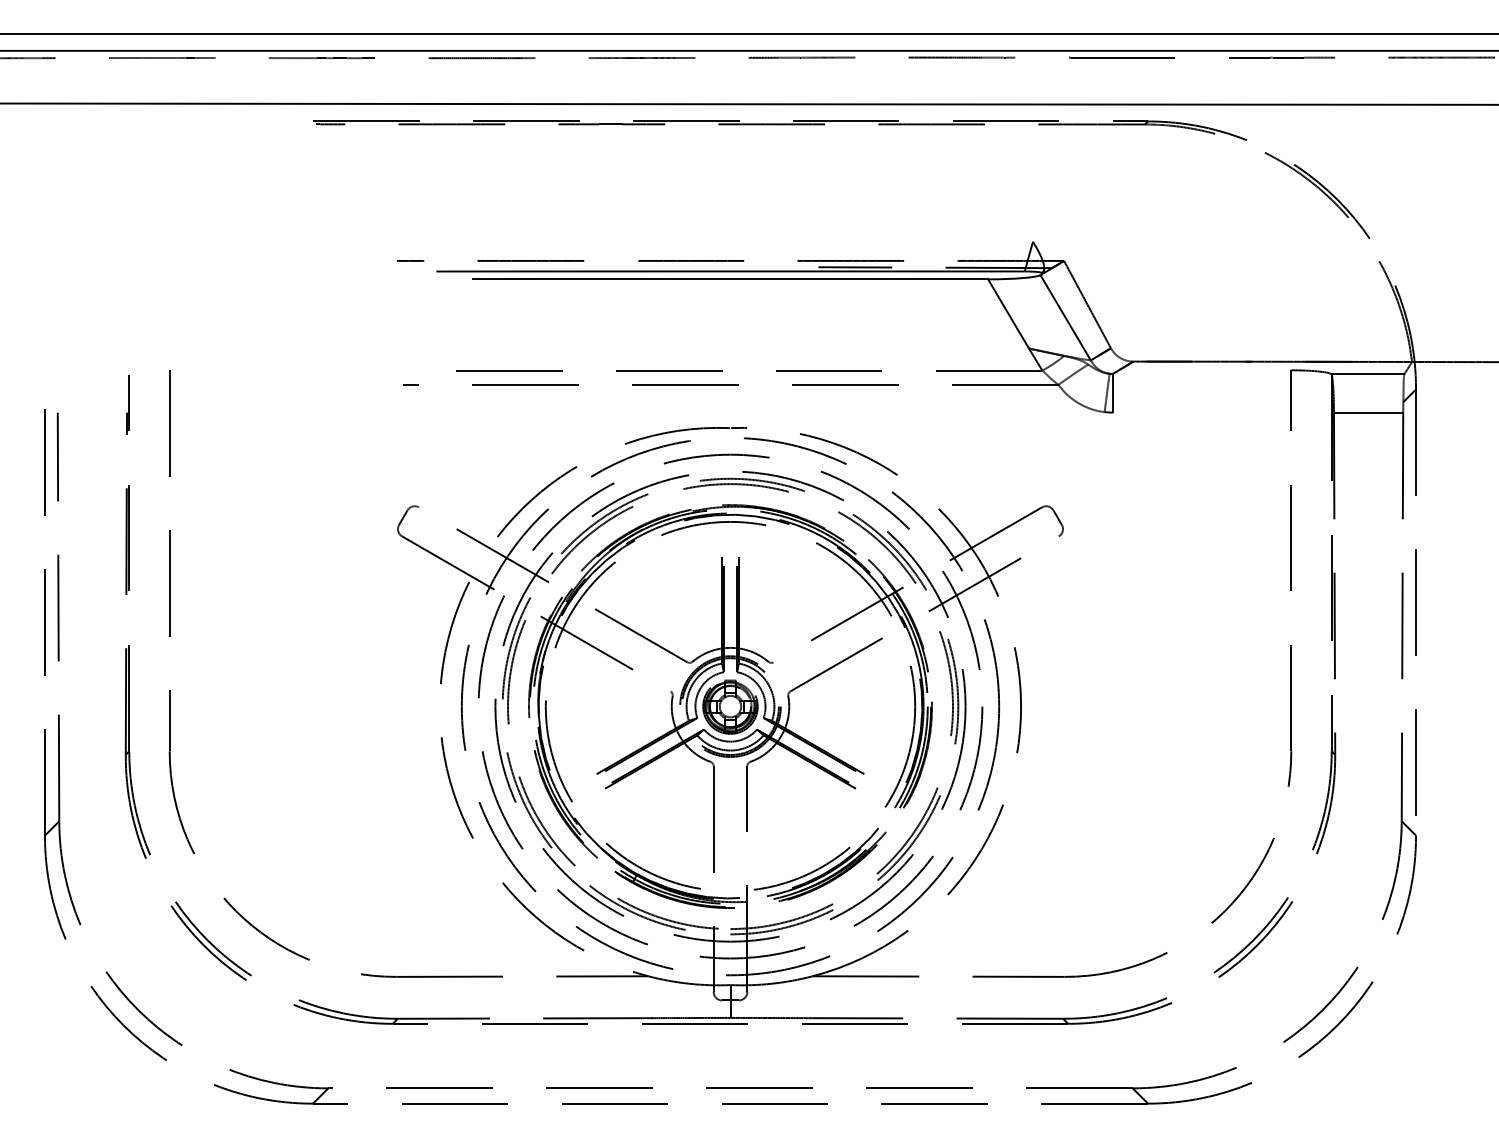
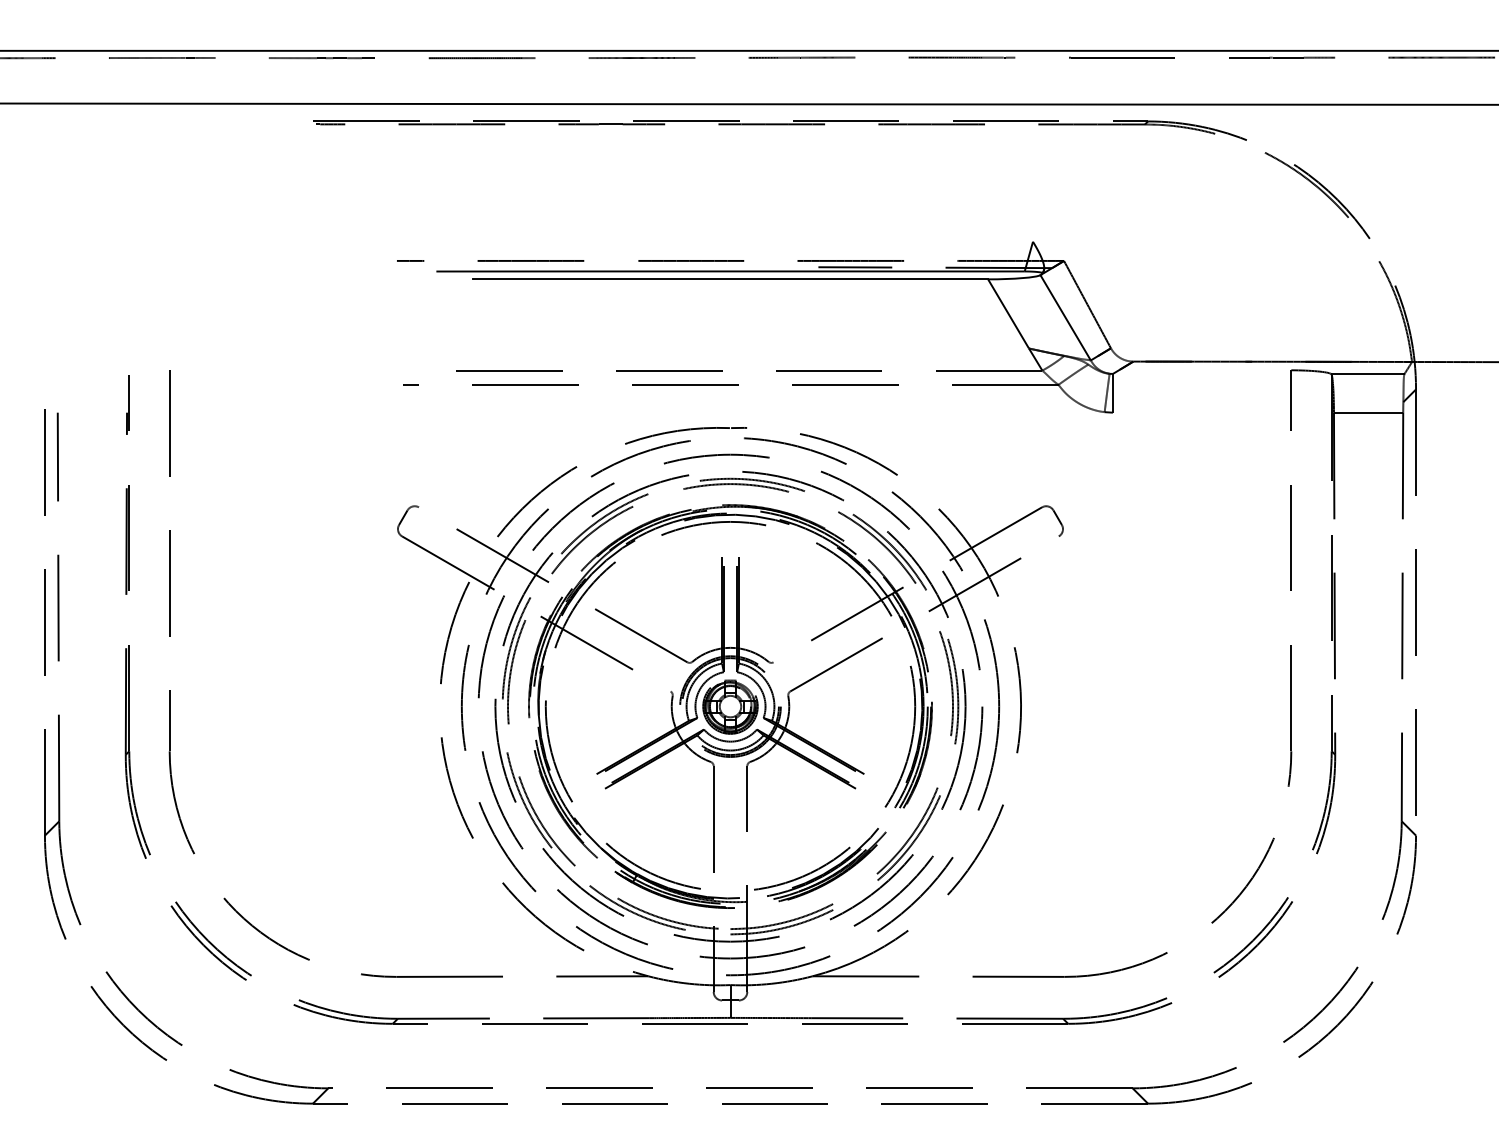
line at (748, 34): present -> none
